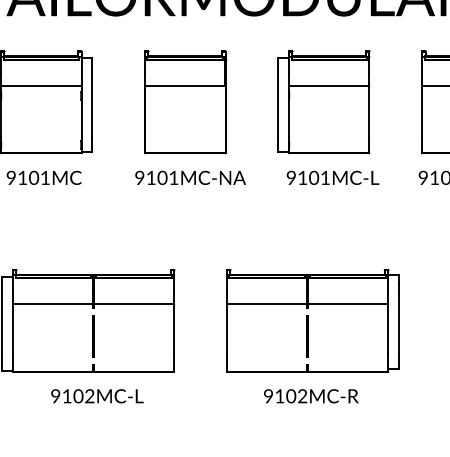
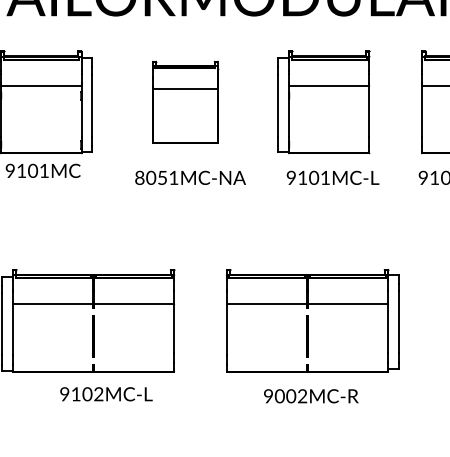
part at (185, 102) size: 84x105 px -> 68x84 px
text at (43, 177) position: (43, 177) -> (42, 170)
text at (151, 177): 9101MC-NA -> 8051MC-NA
text at (97, 396) position: (97, 396) -> (106, 394)
text at (279, 396): 9102MC-R -> 9002MC-R
